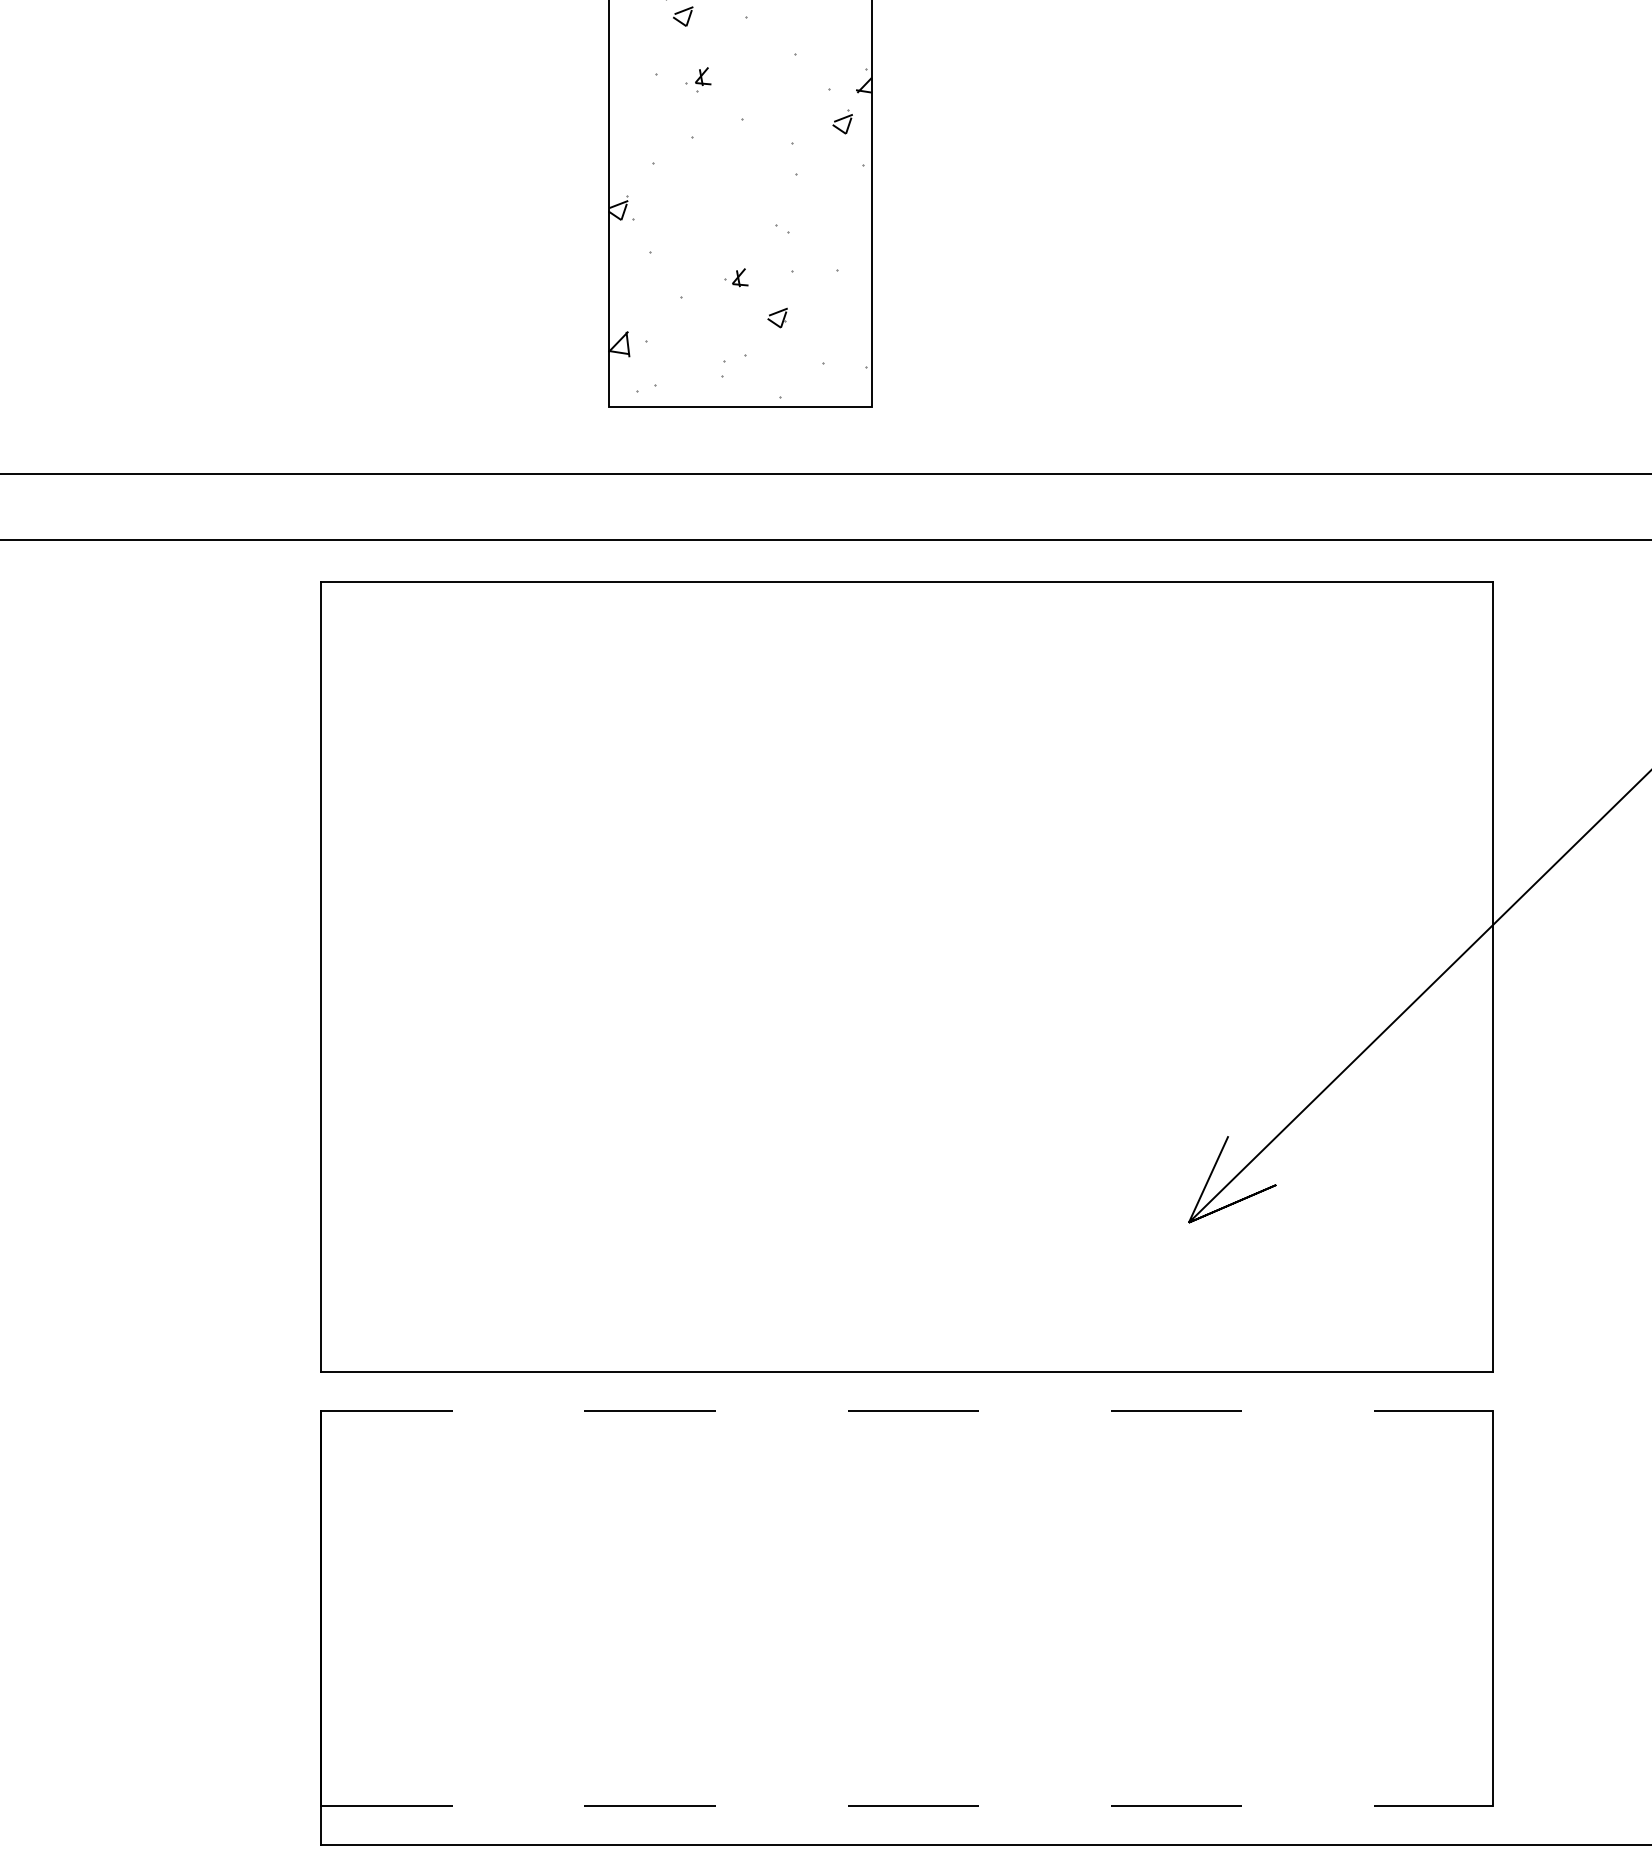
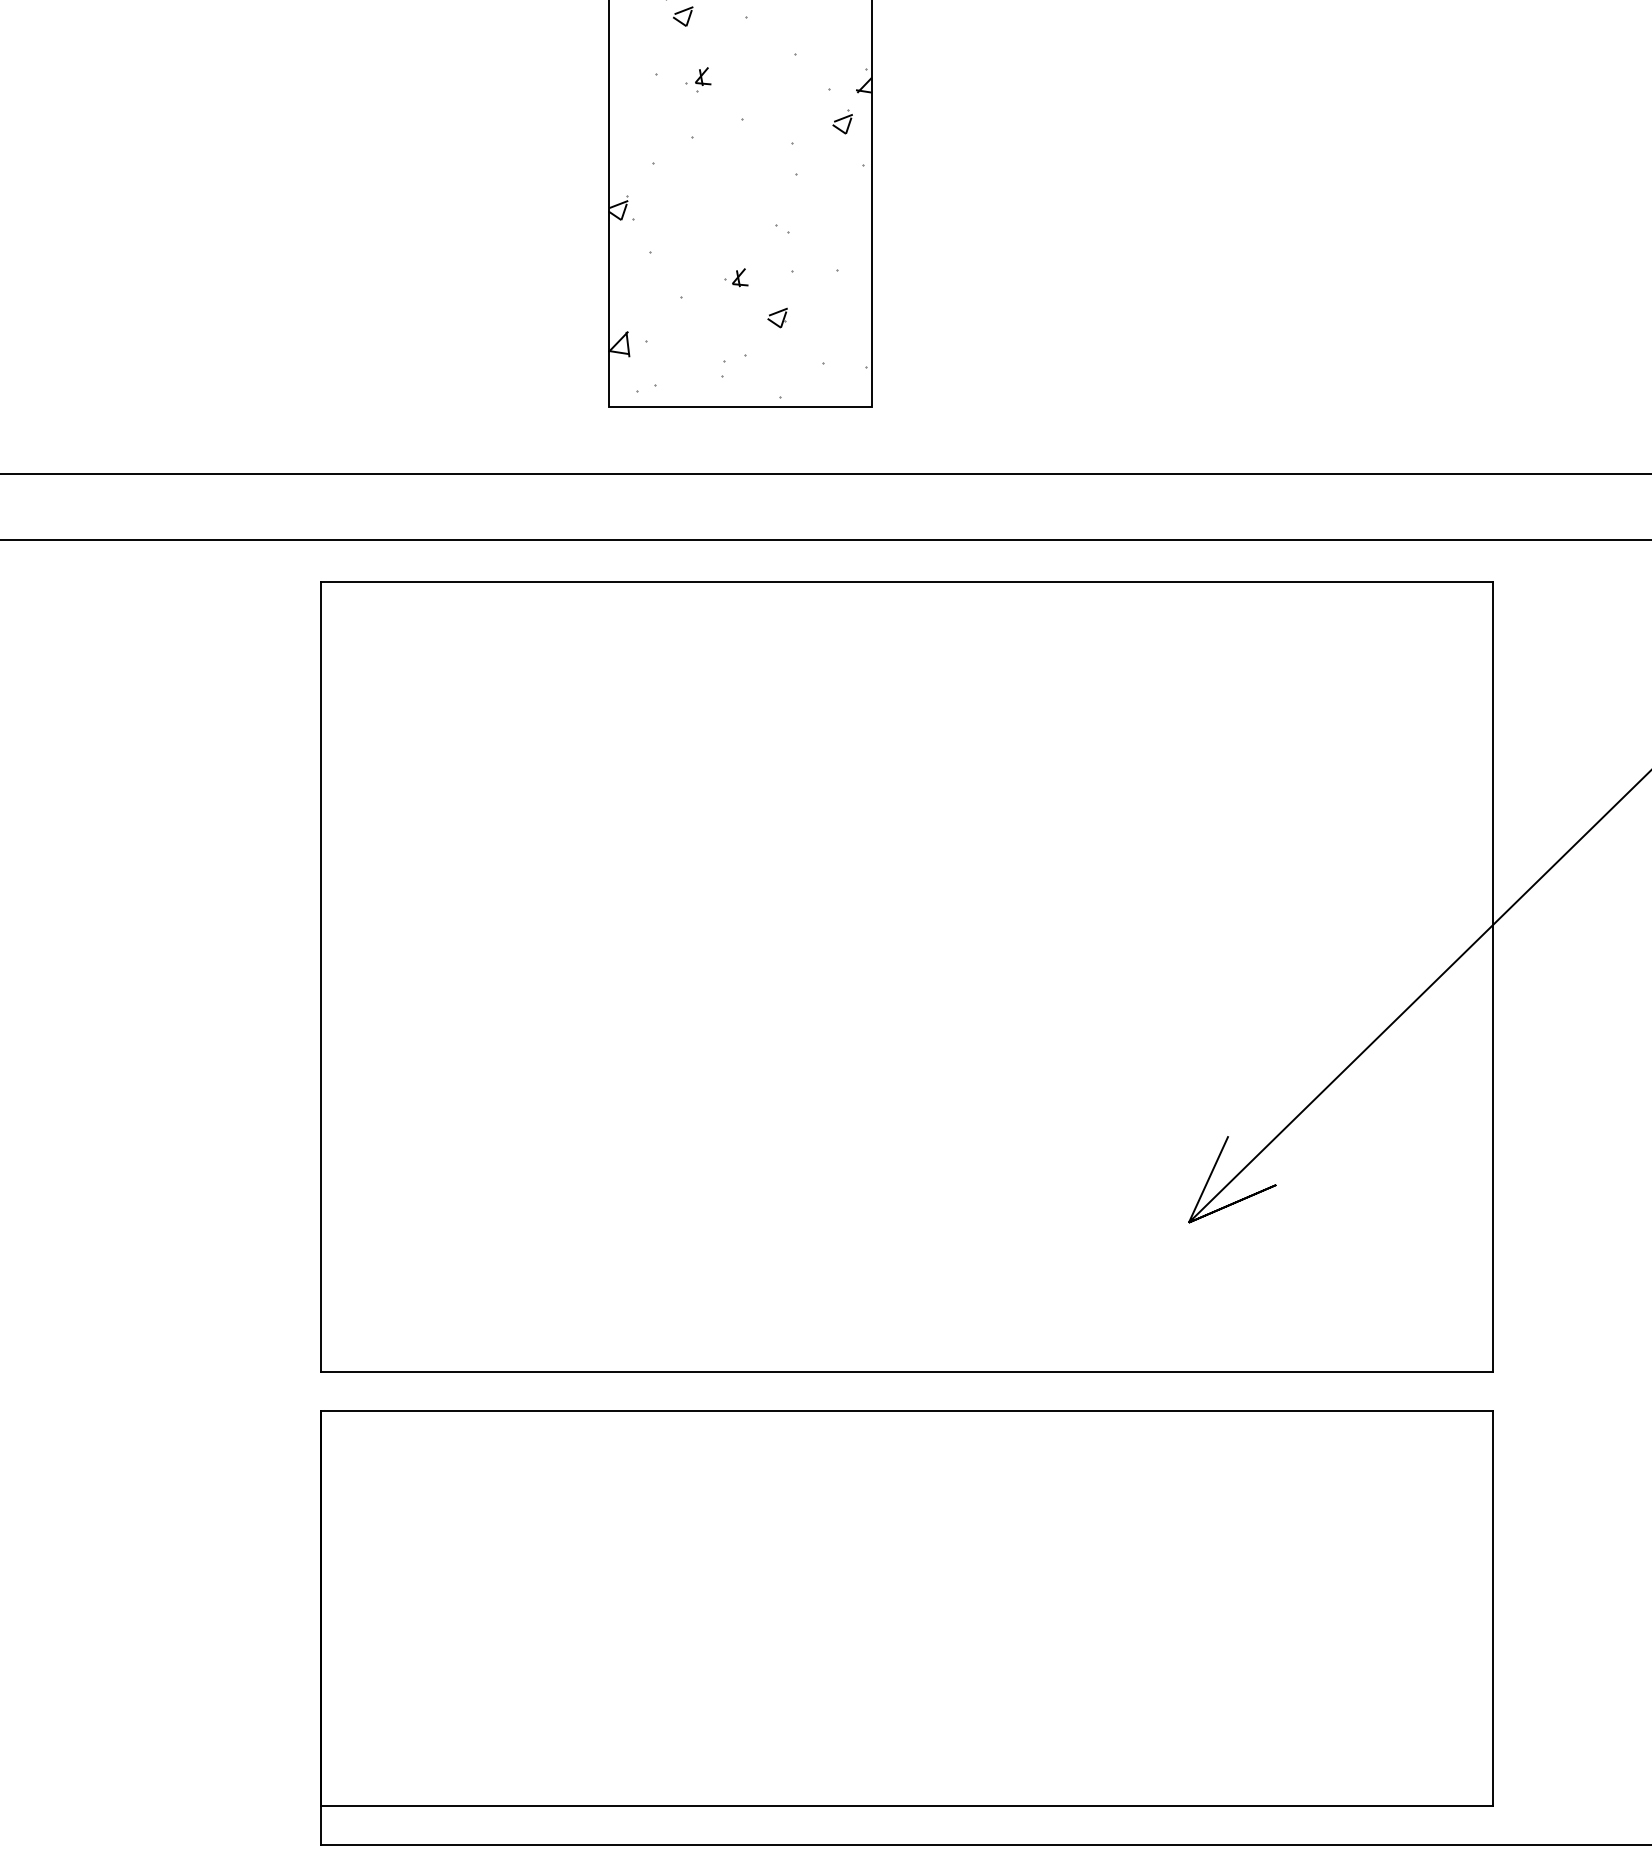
line at (907, 1411): dashed -> solid
line at (907, 1805): dashed -> solid
